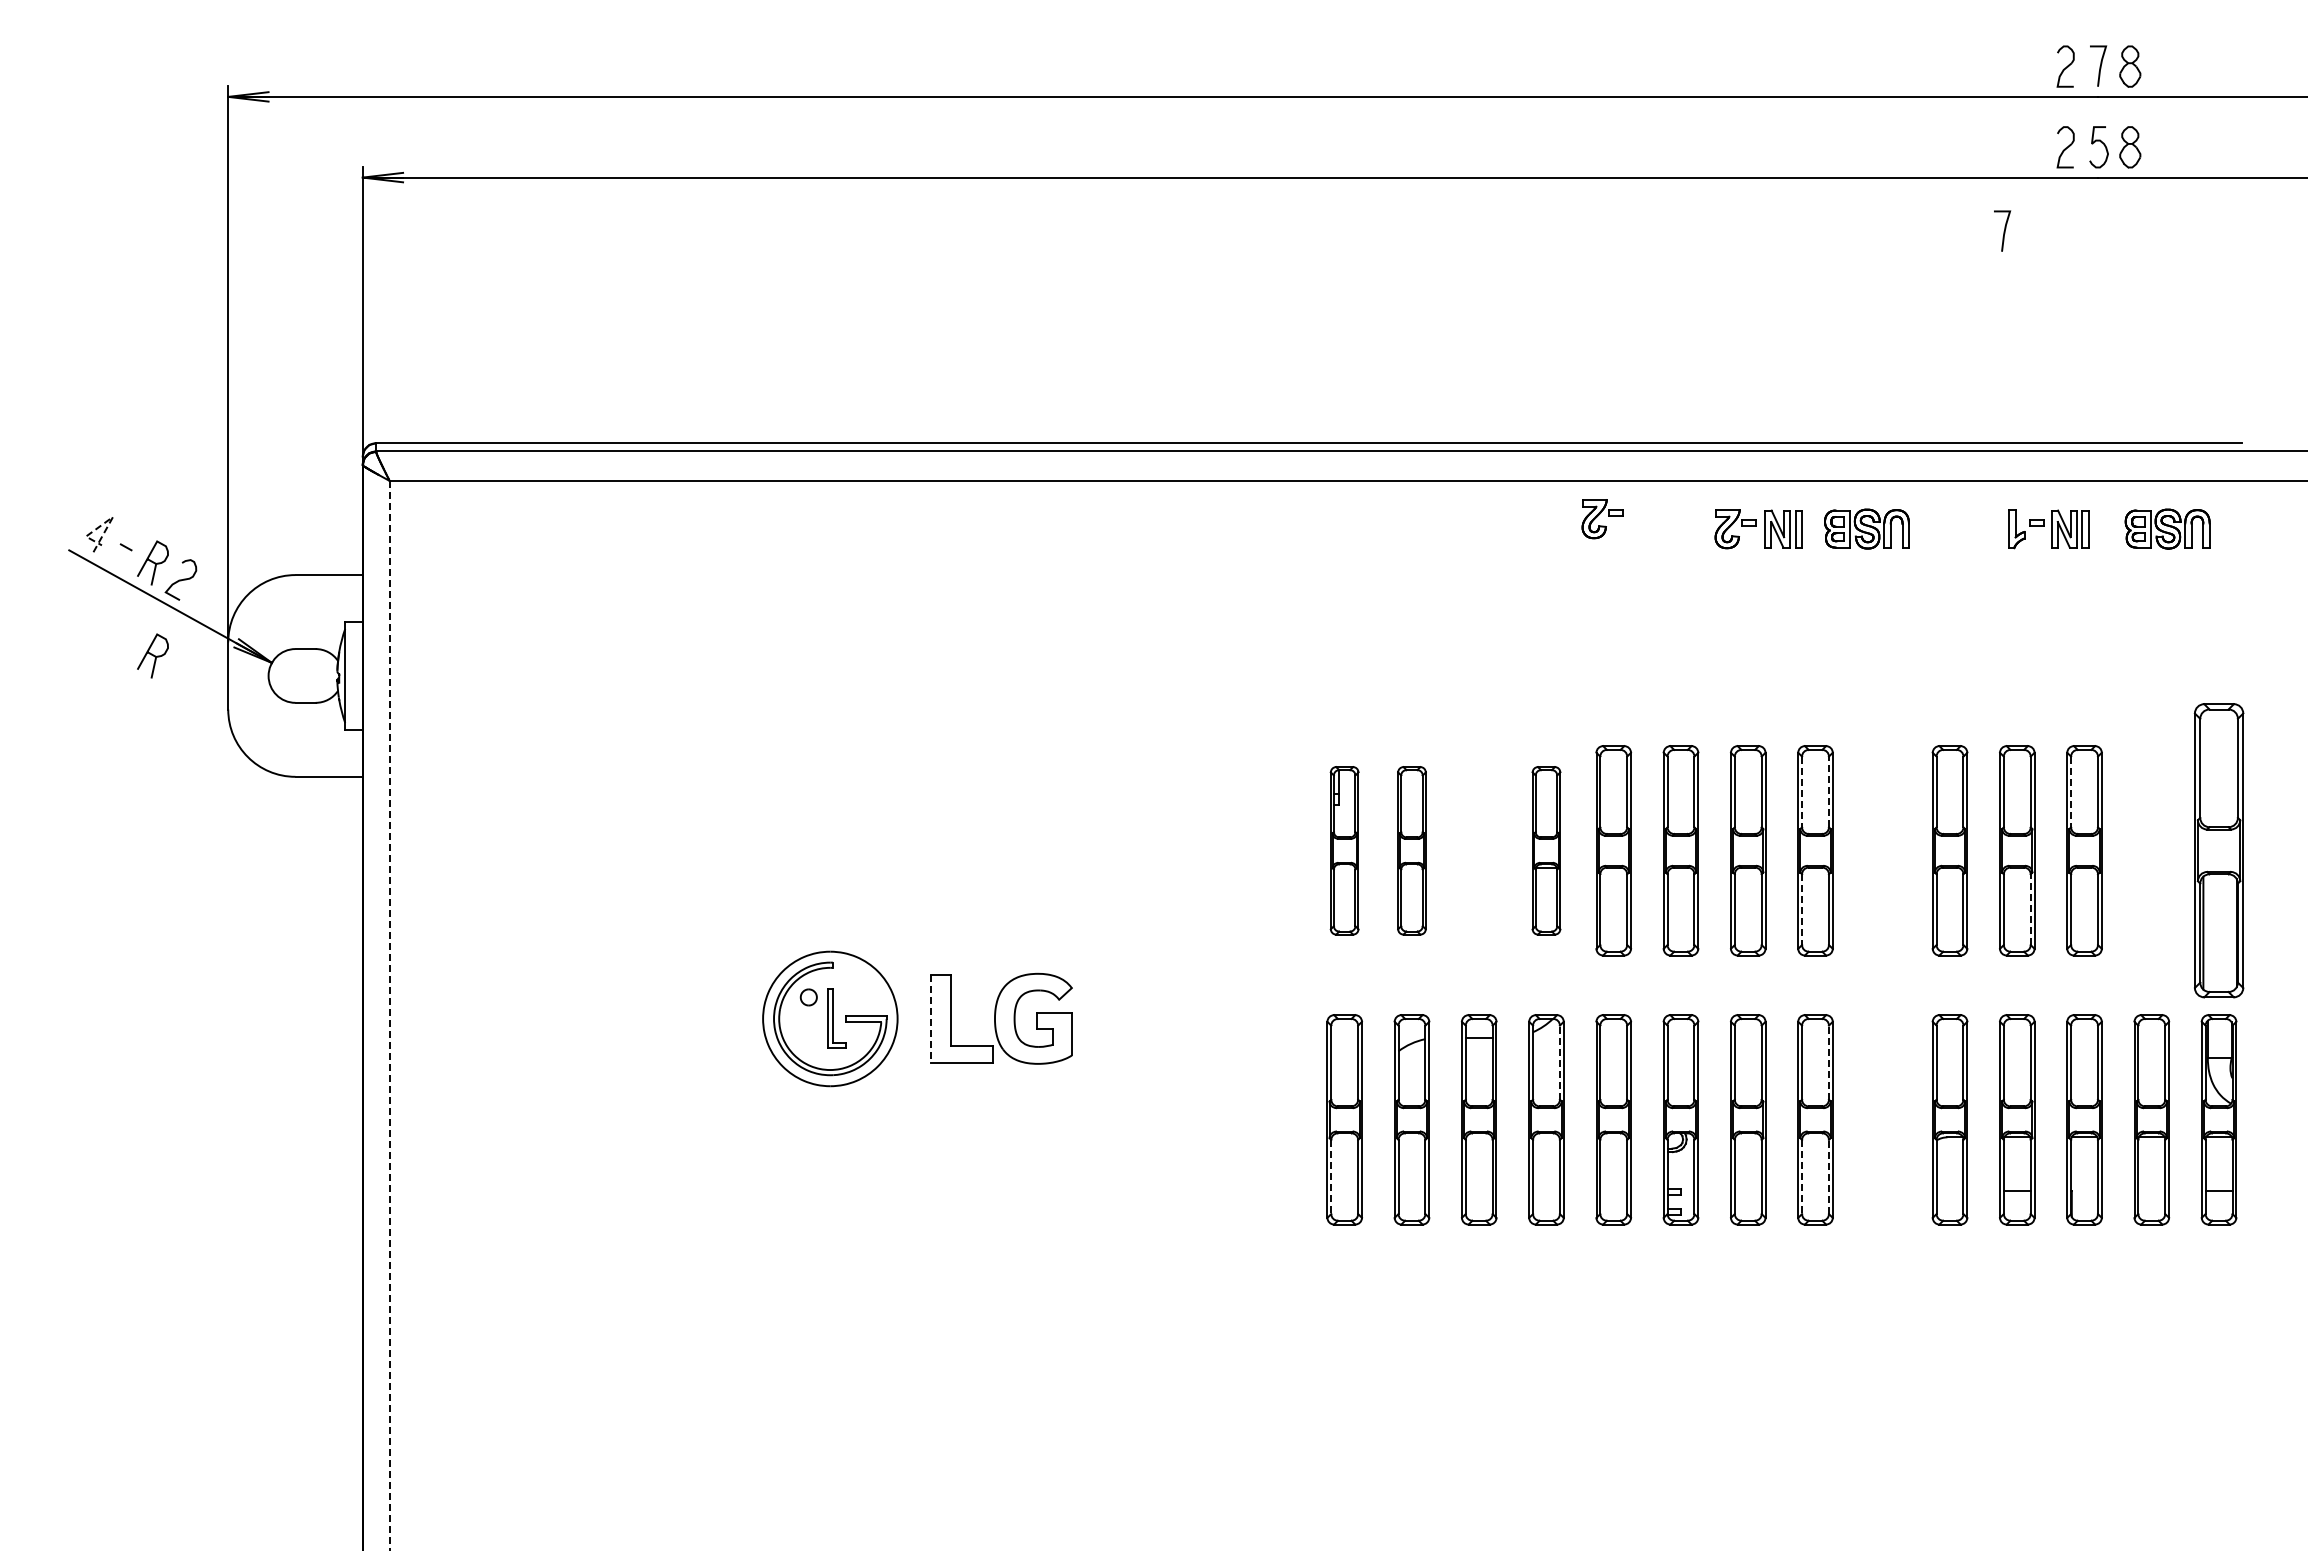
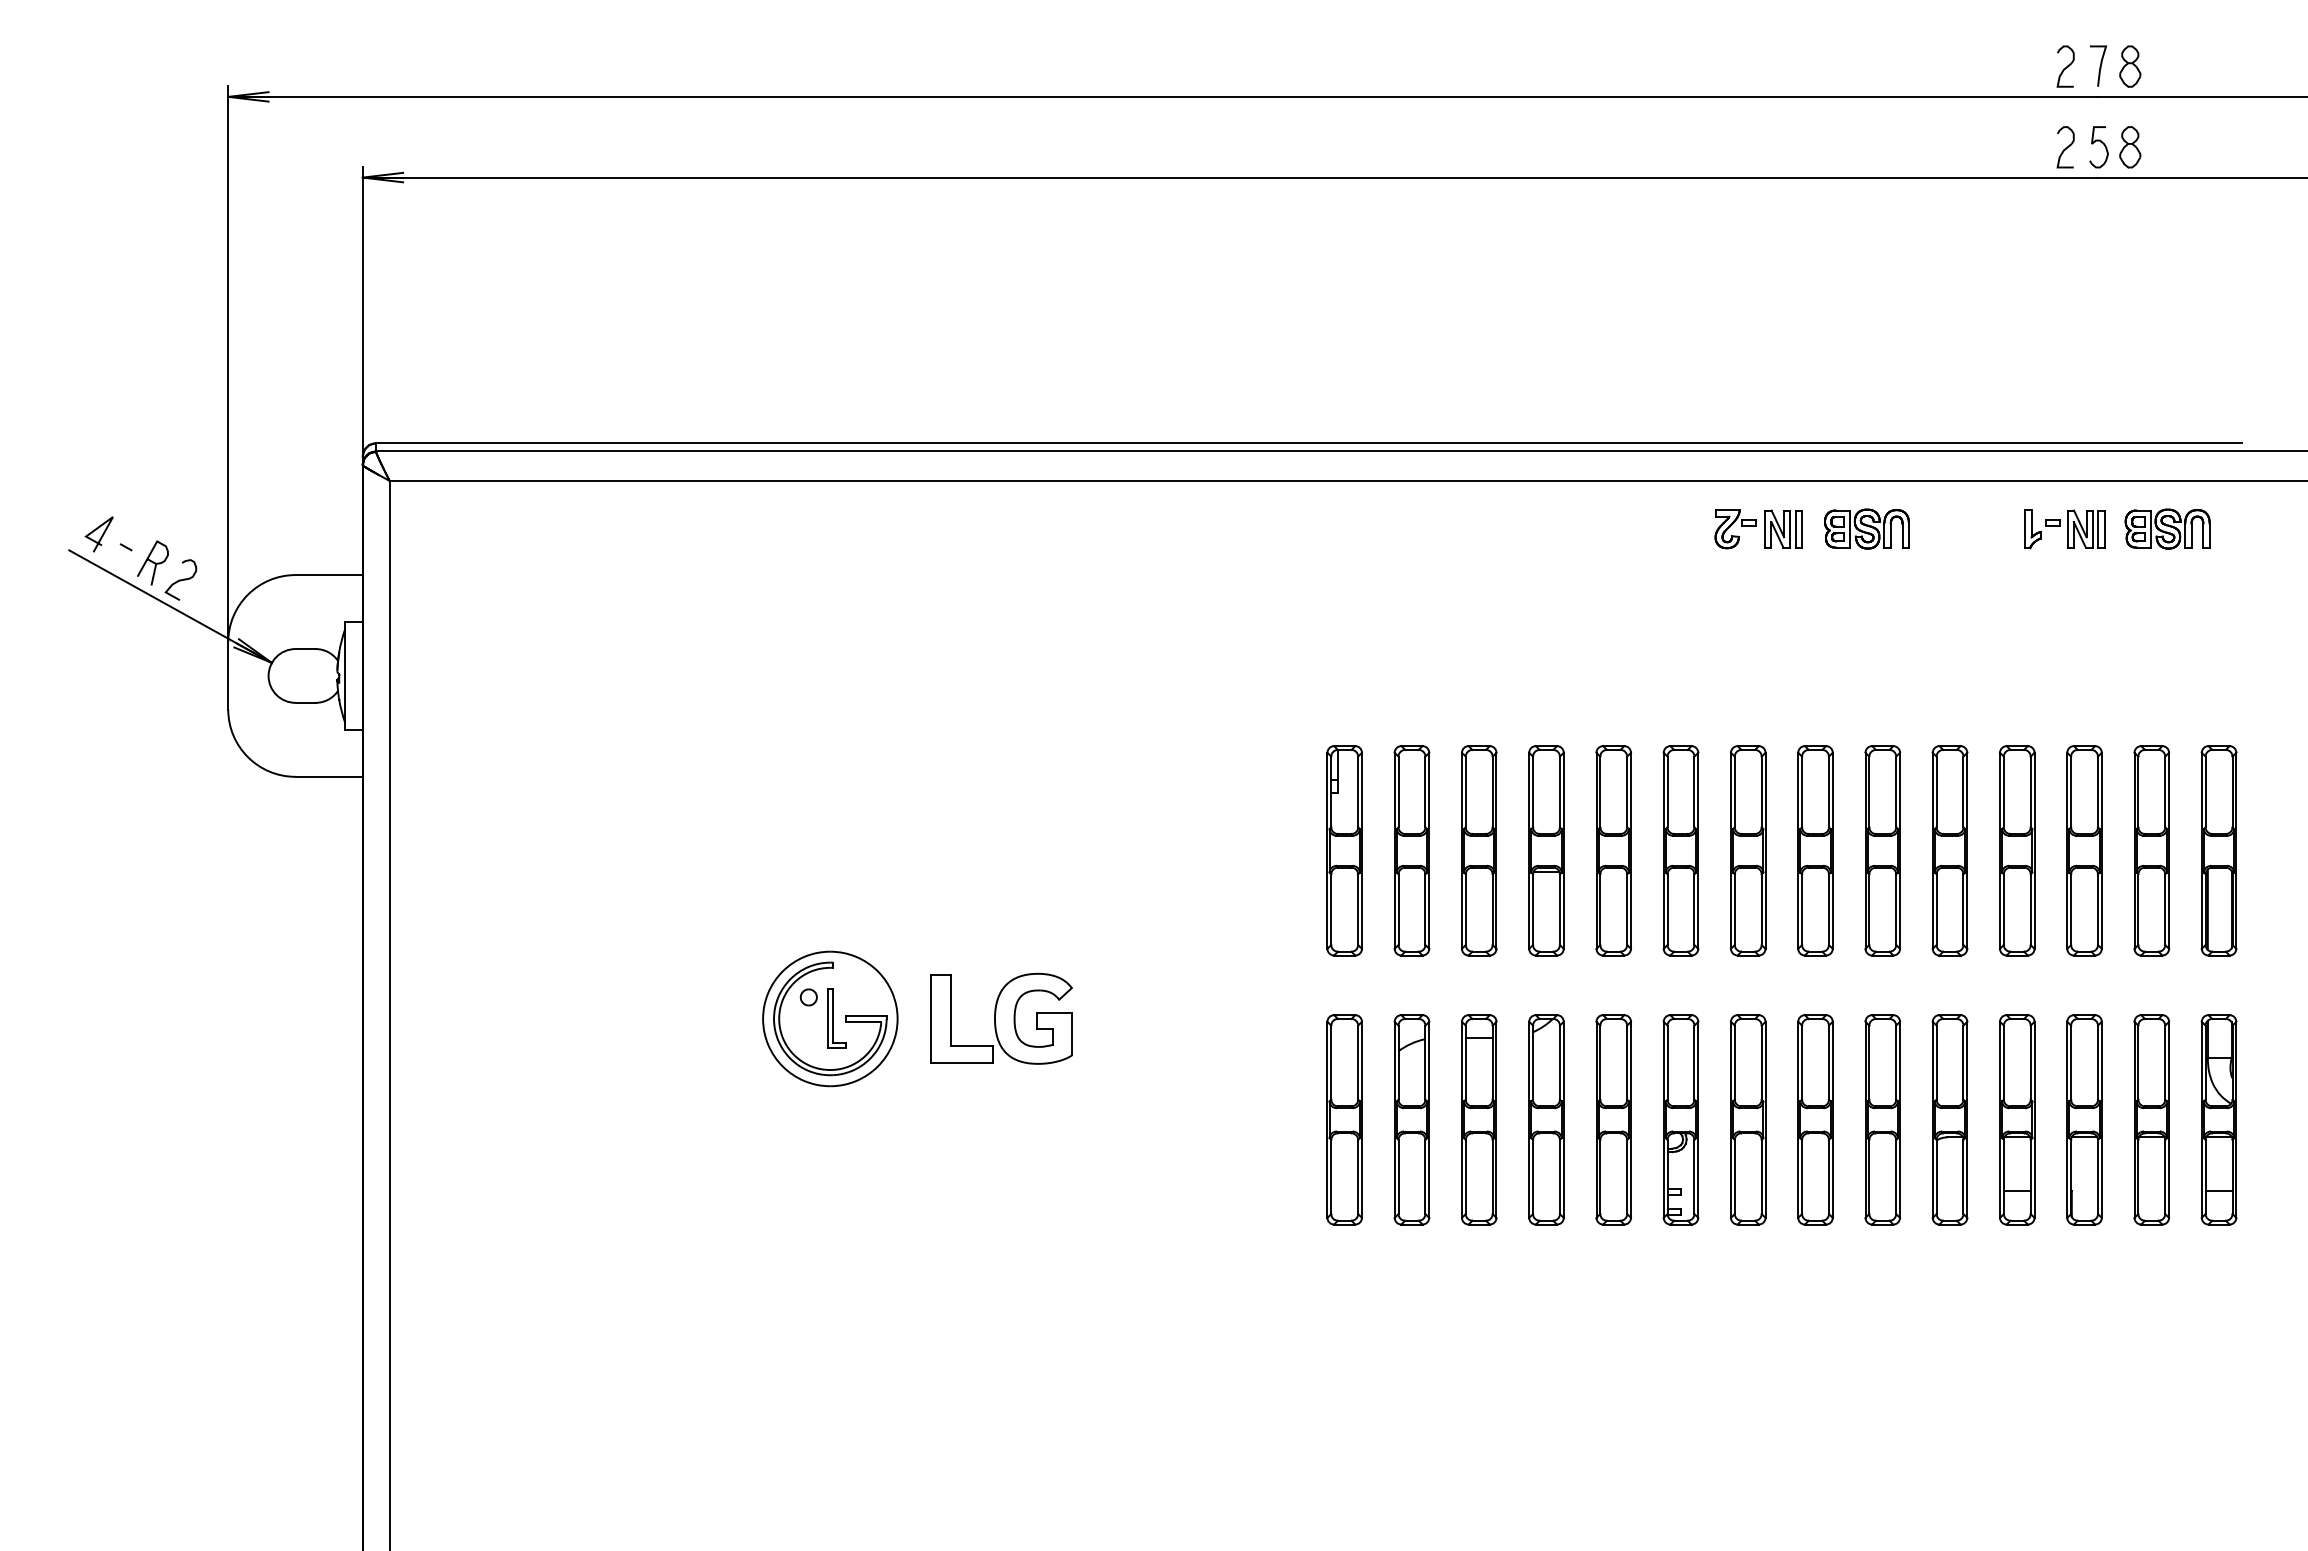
curve at (2003, 231): present -> none
part at (1602, 519): present -> none
line at (108, 520): dashed -> solid
part at (2048, 529) position: (2048, 529) -> (2064, 529)
part at (152, 655): present -> none
line at (1828, 791): dashed -> solid
line at (1802, 792): dashed -> solid
line at (2071, 792): dashed -> solid
part at (1344, 850) size: 31x170 px -> 37x212 px
part at (1411, 850) size: 30x170 px -> 38x212 px
part at (1479, 850): none -> present
part at (1546, 850) size: 31x170 px -> 37x212 px
part at (1882, 850): none -> present
part at (2151, 850): none -> present
part at (2218, 850) size: 52x296 px -> 38x212 px
line at (2030, 909): dashed -> solid
line at (1802, 910): dashed -> solid
line at (389, 1015): dashed -> solid
line at (930, 1018): dashed -> solid
line at (1559, 1062): dashed -> solid
line at (1828, 1062): dashed -> solid
part at (1882, 1119): none -> present
line at (1828, 1176): dashed -> solid
line at (1331, 1177): dashed -> solid
line at (1802, 1177): dashed -> solid
